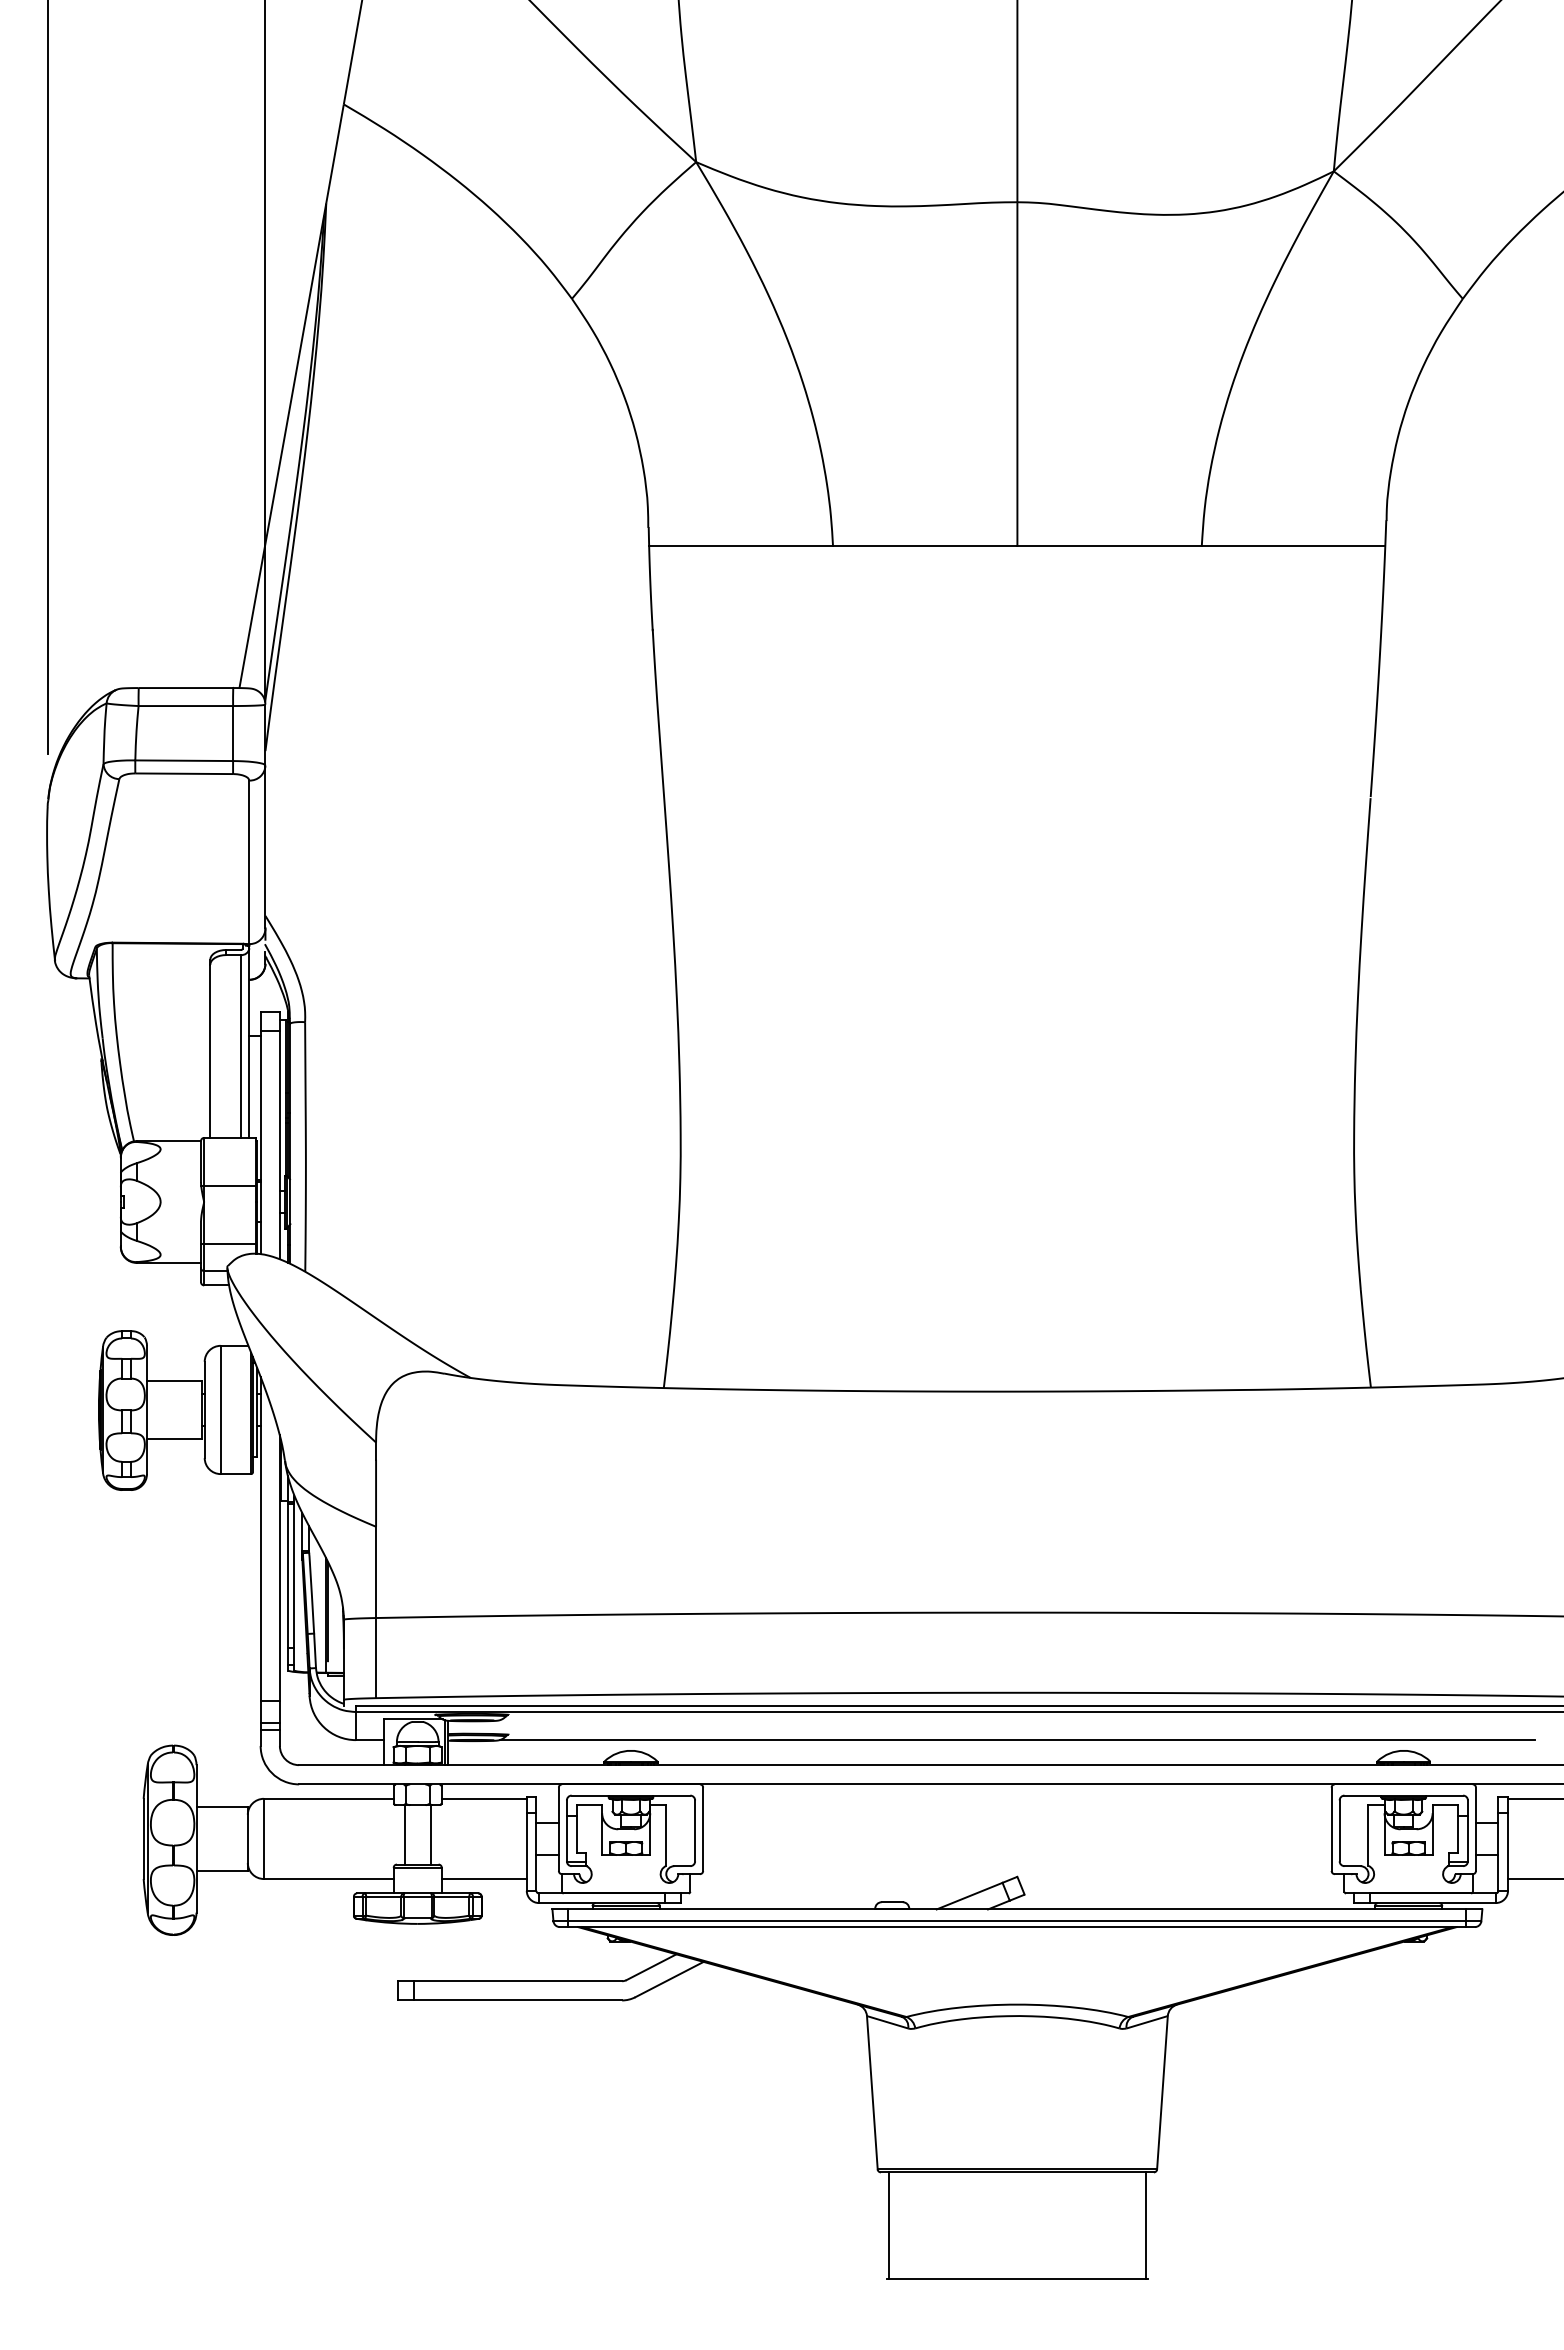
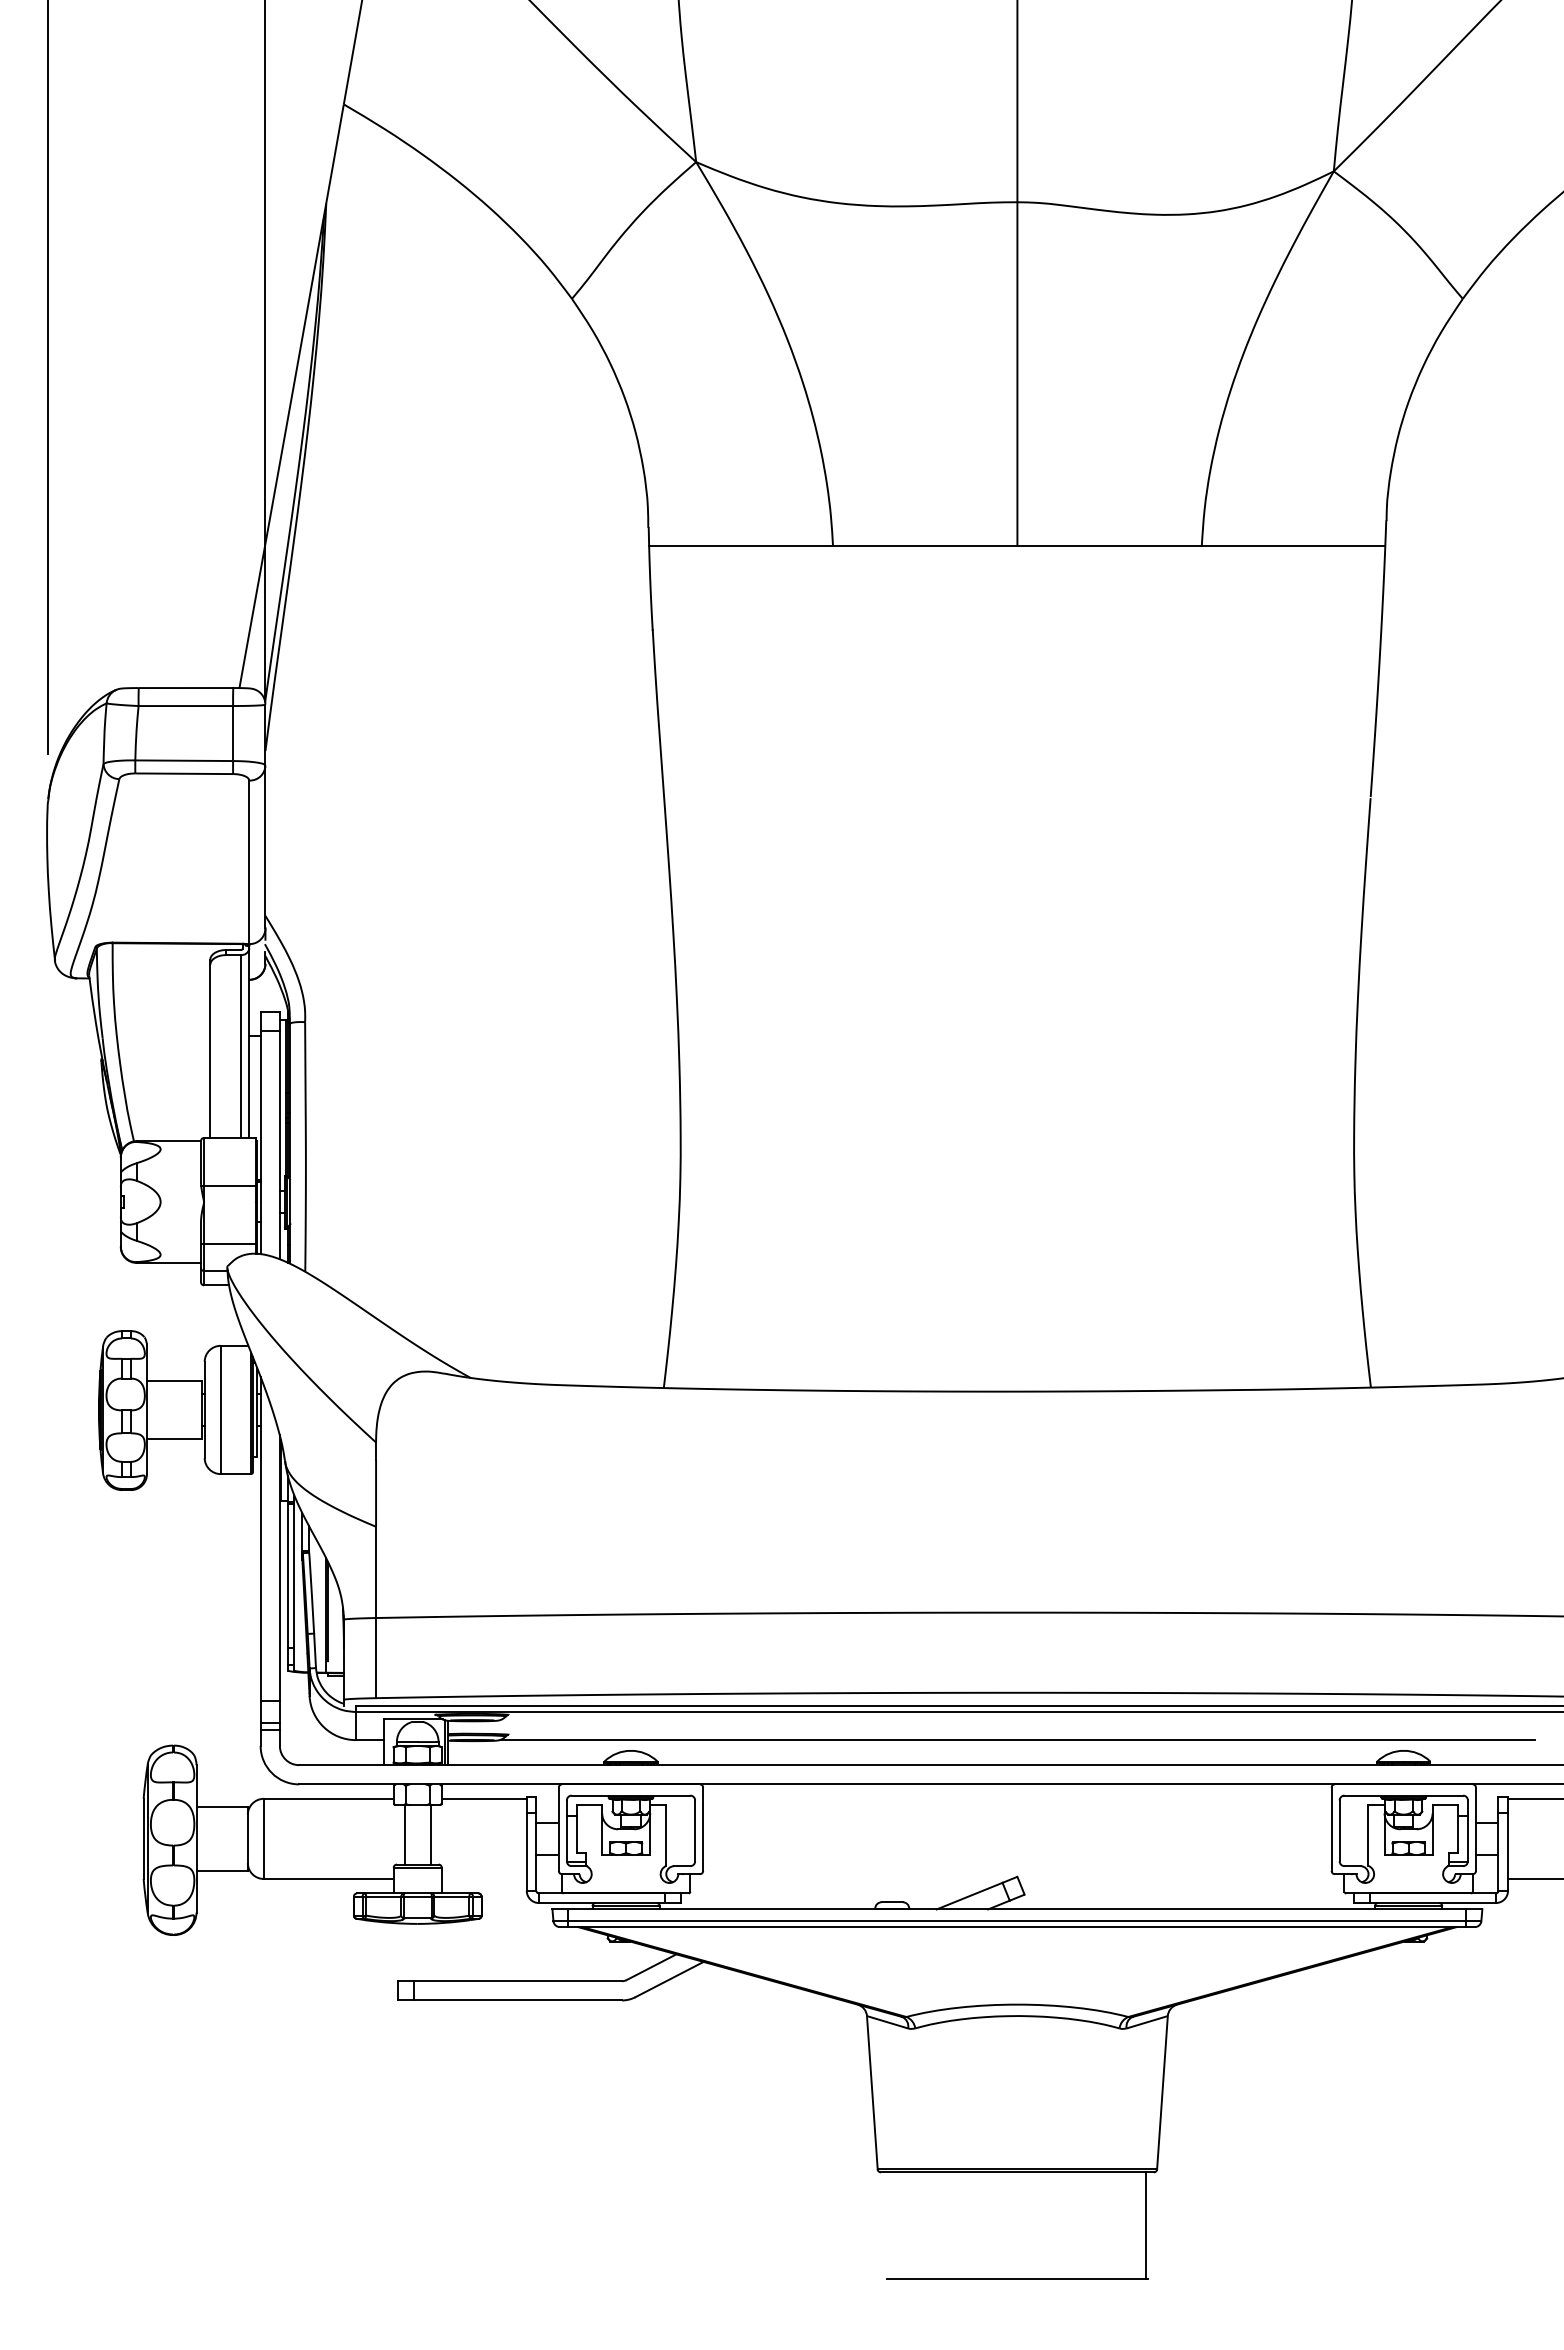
line at (483, 1878): present -> none
line at (889, 2225): present -> none
